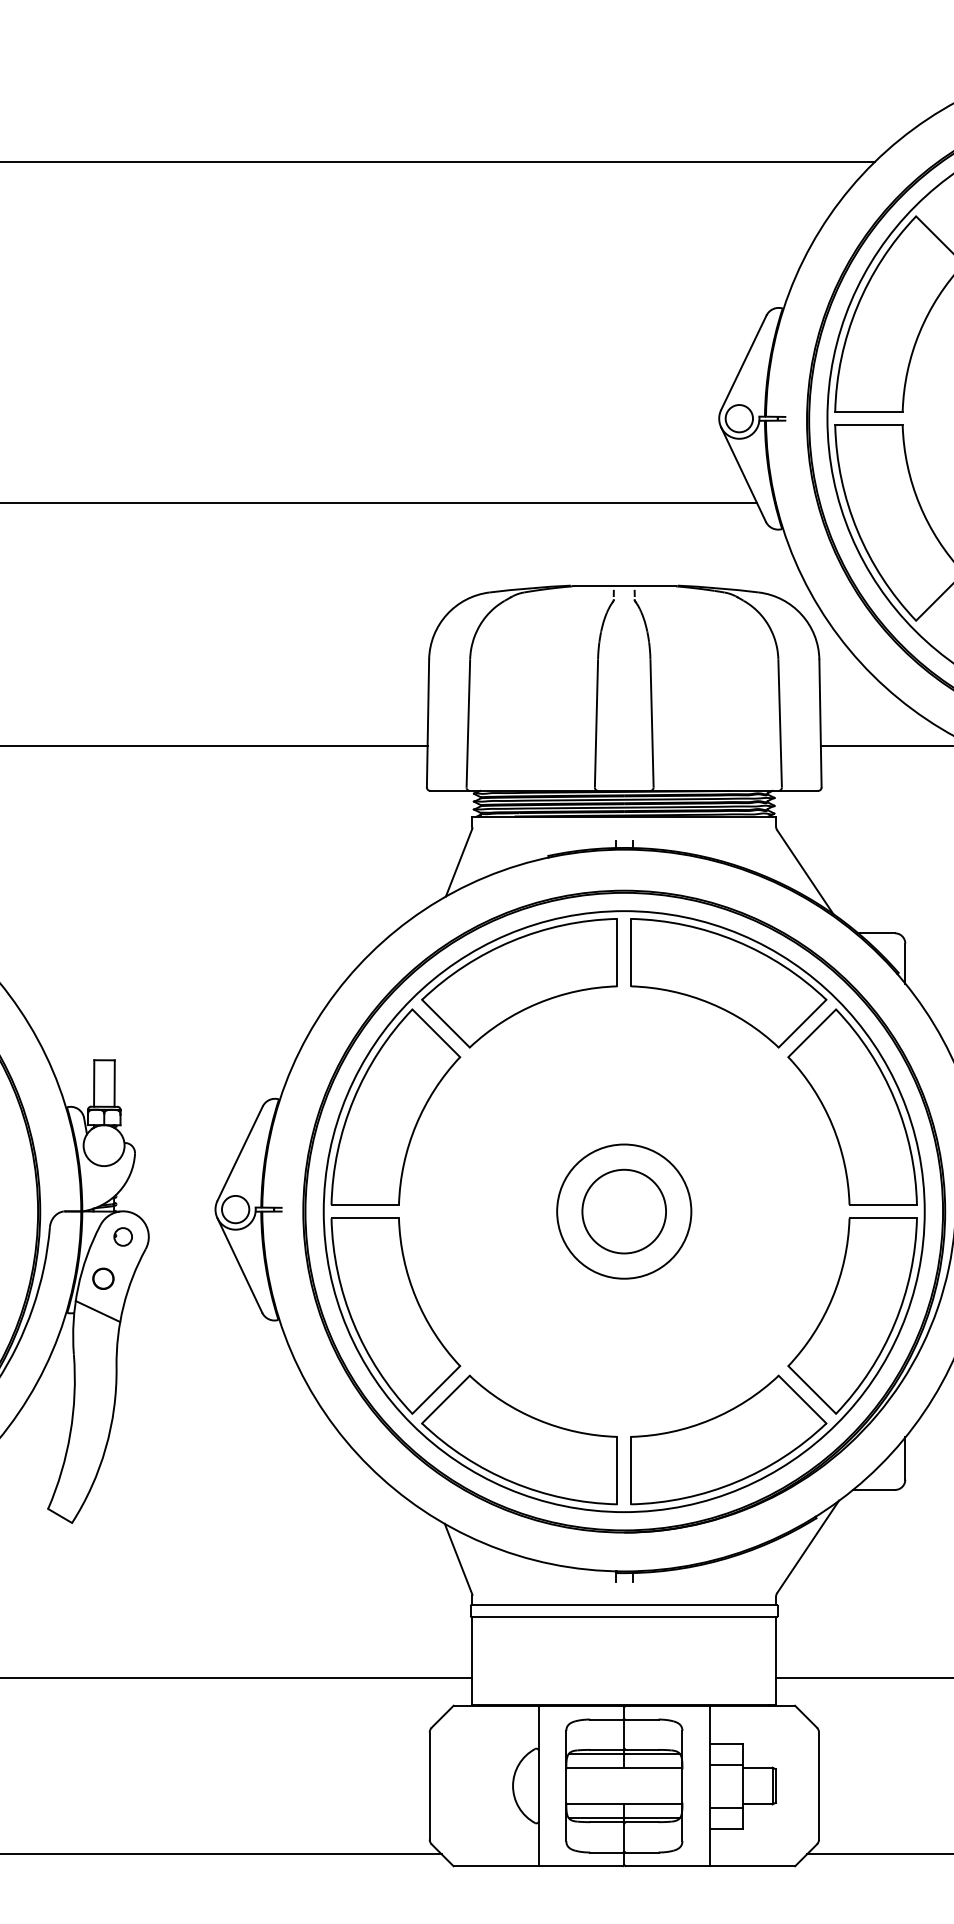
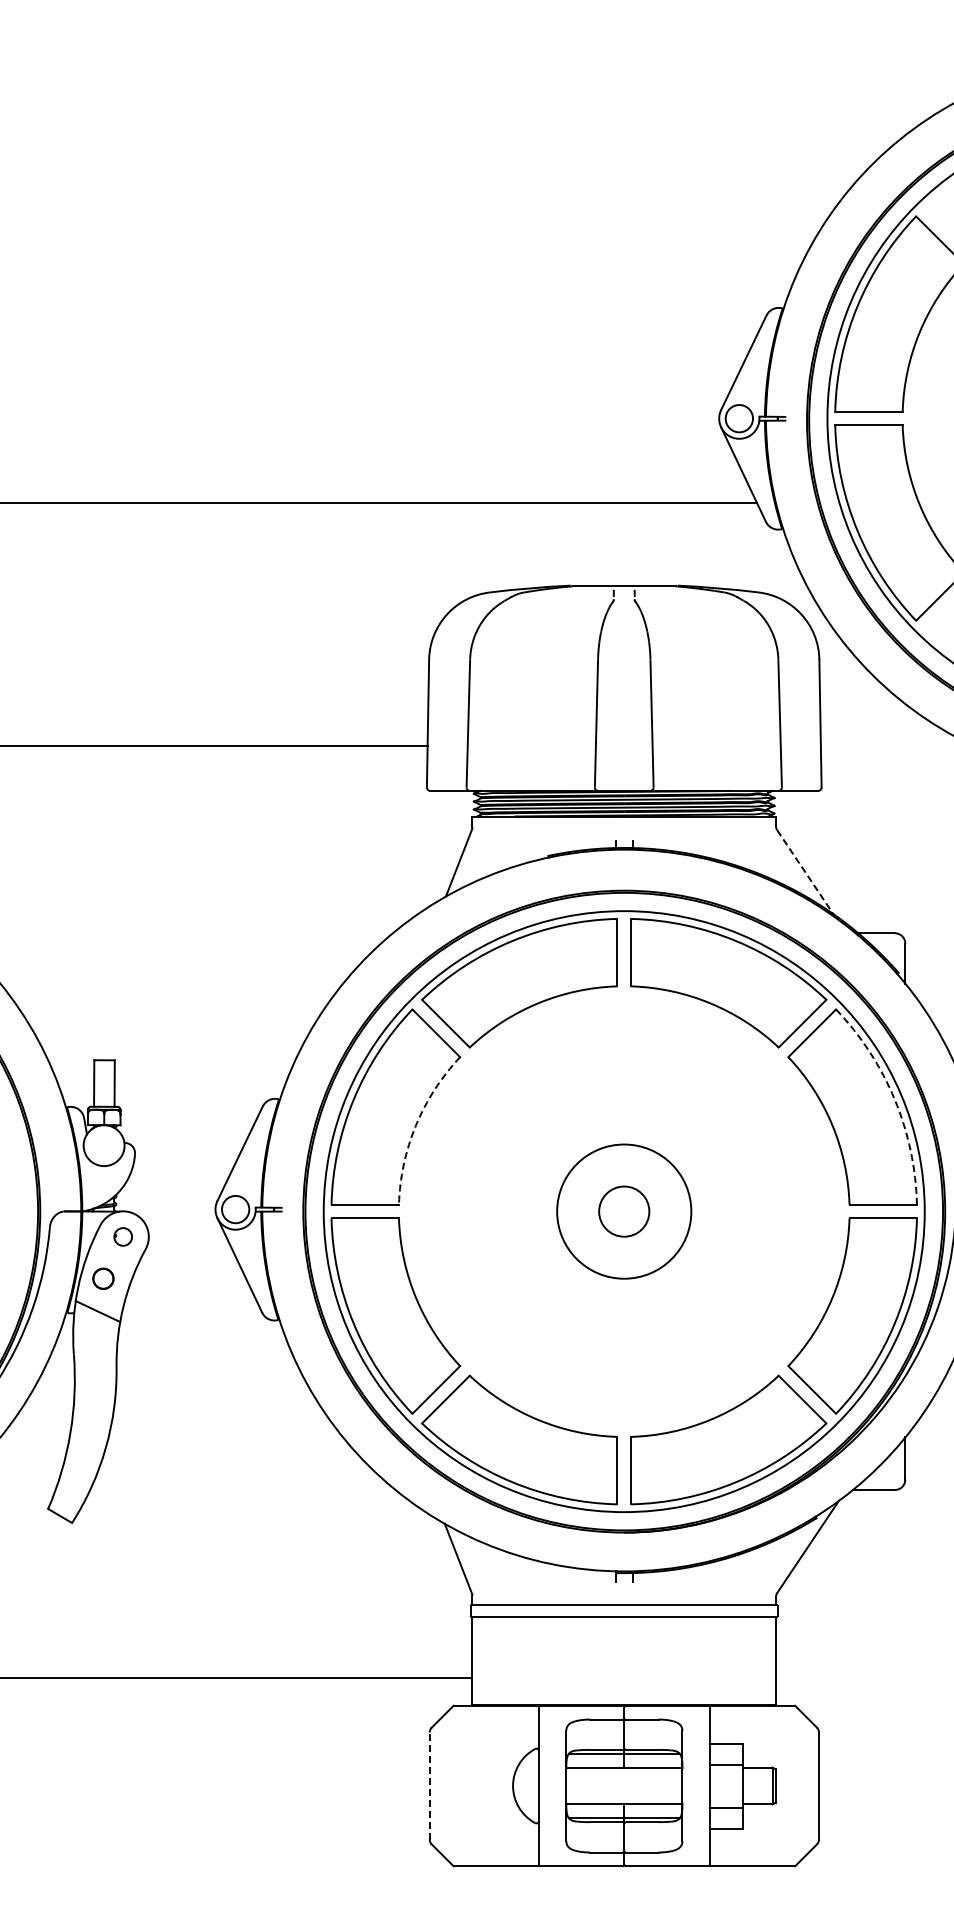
line at (438, 161): present -> none
line at (885, 745): present -> none
line at (805, 872): solid -> dashed
arc at (894, 1099): solid -> dashed
arc at (416, 1125): solid -> dashed
circle at (624, 1211) diameter: 84 px -> 50 px
line at (863, 1677): present -> none
line at (429, 1786): solid -> dashed
line at (221, 1854): present -> none
line at (878, 1854): present -> none
